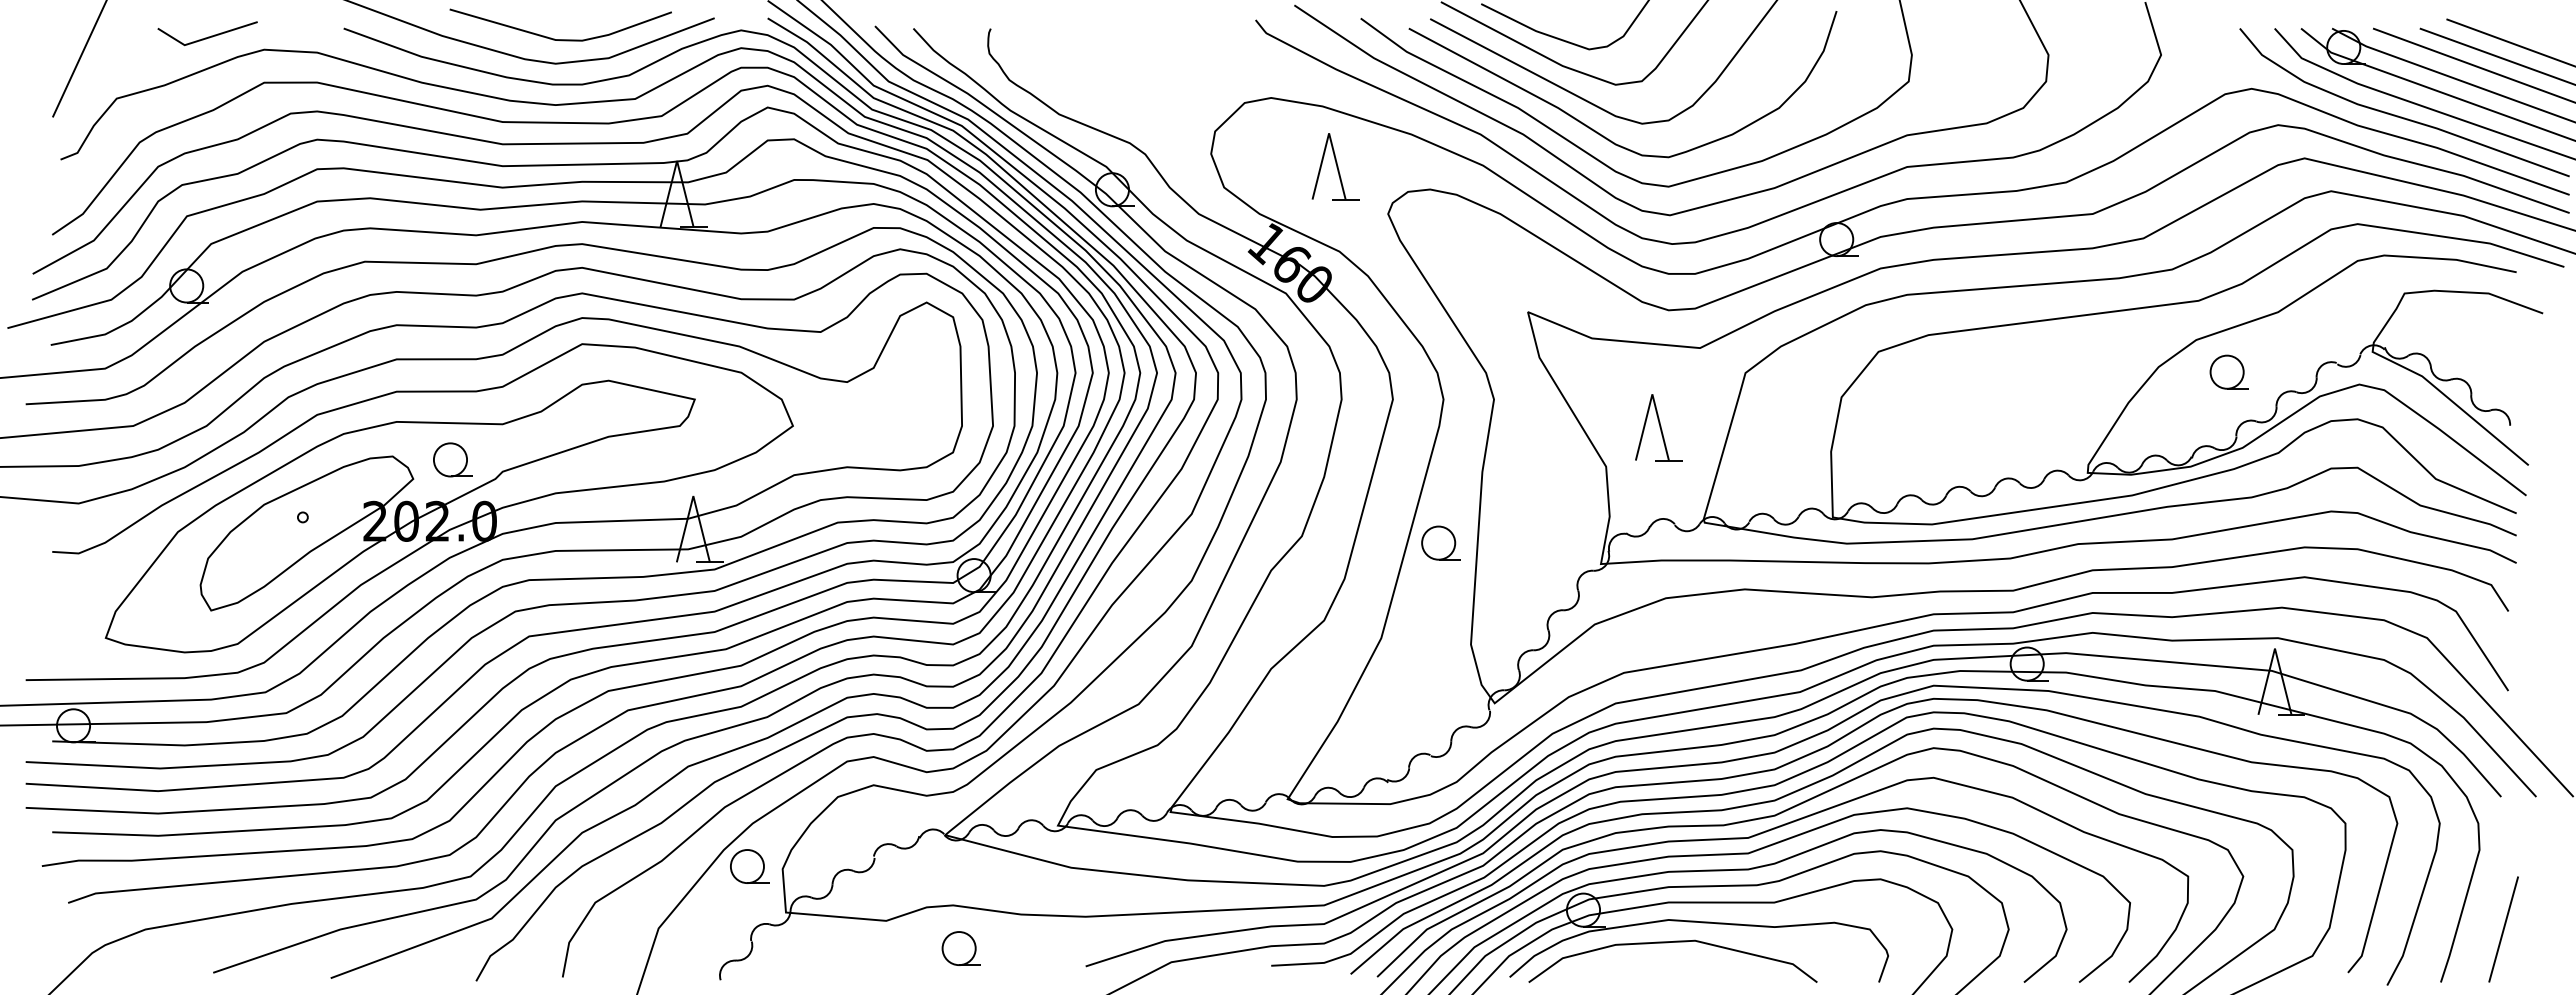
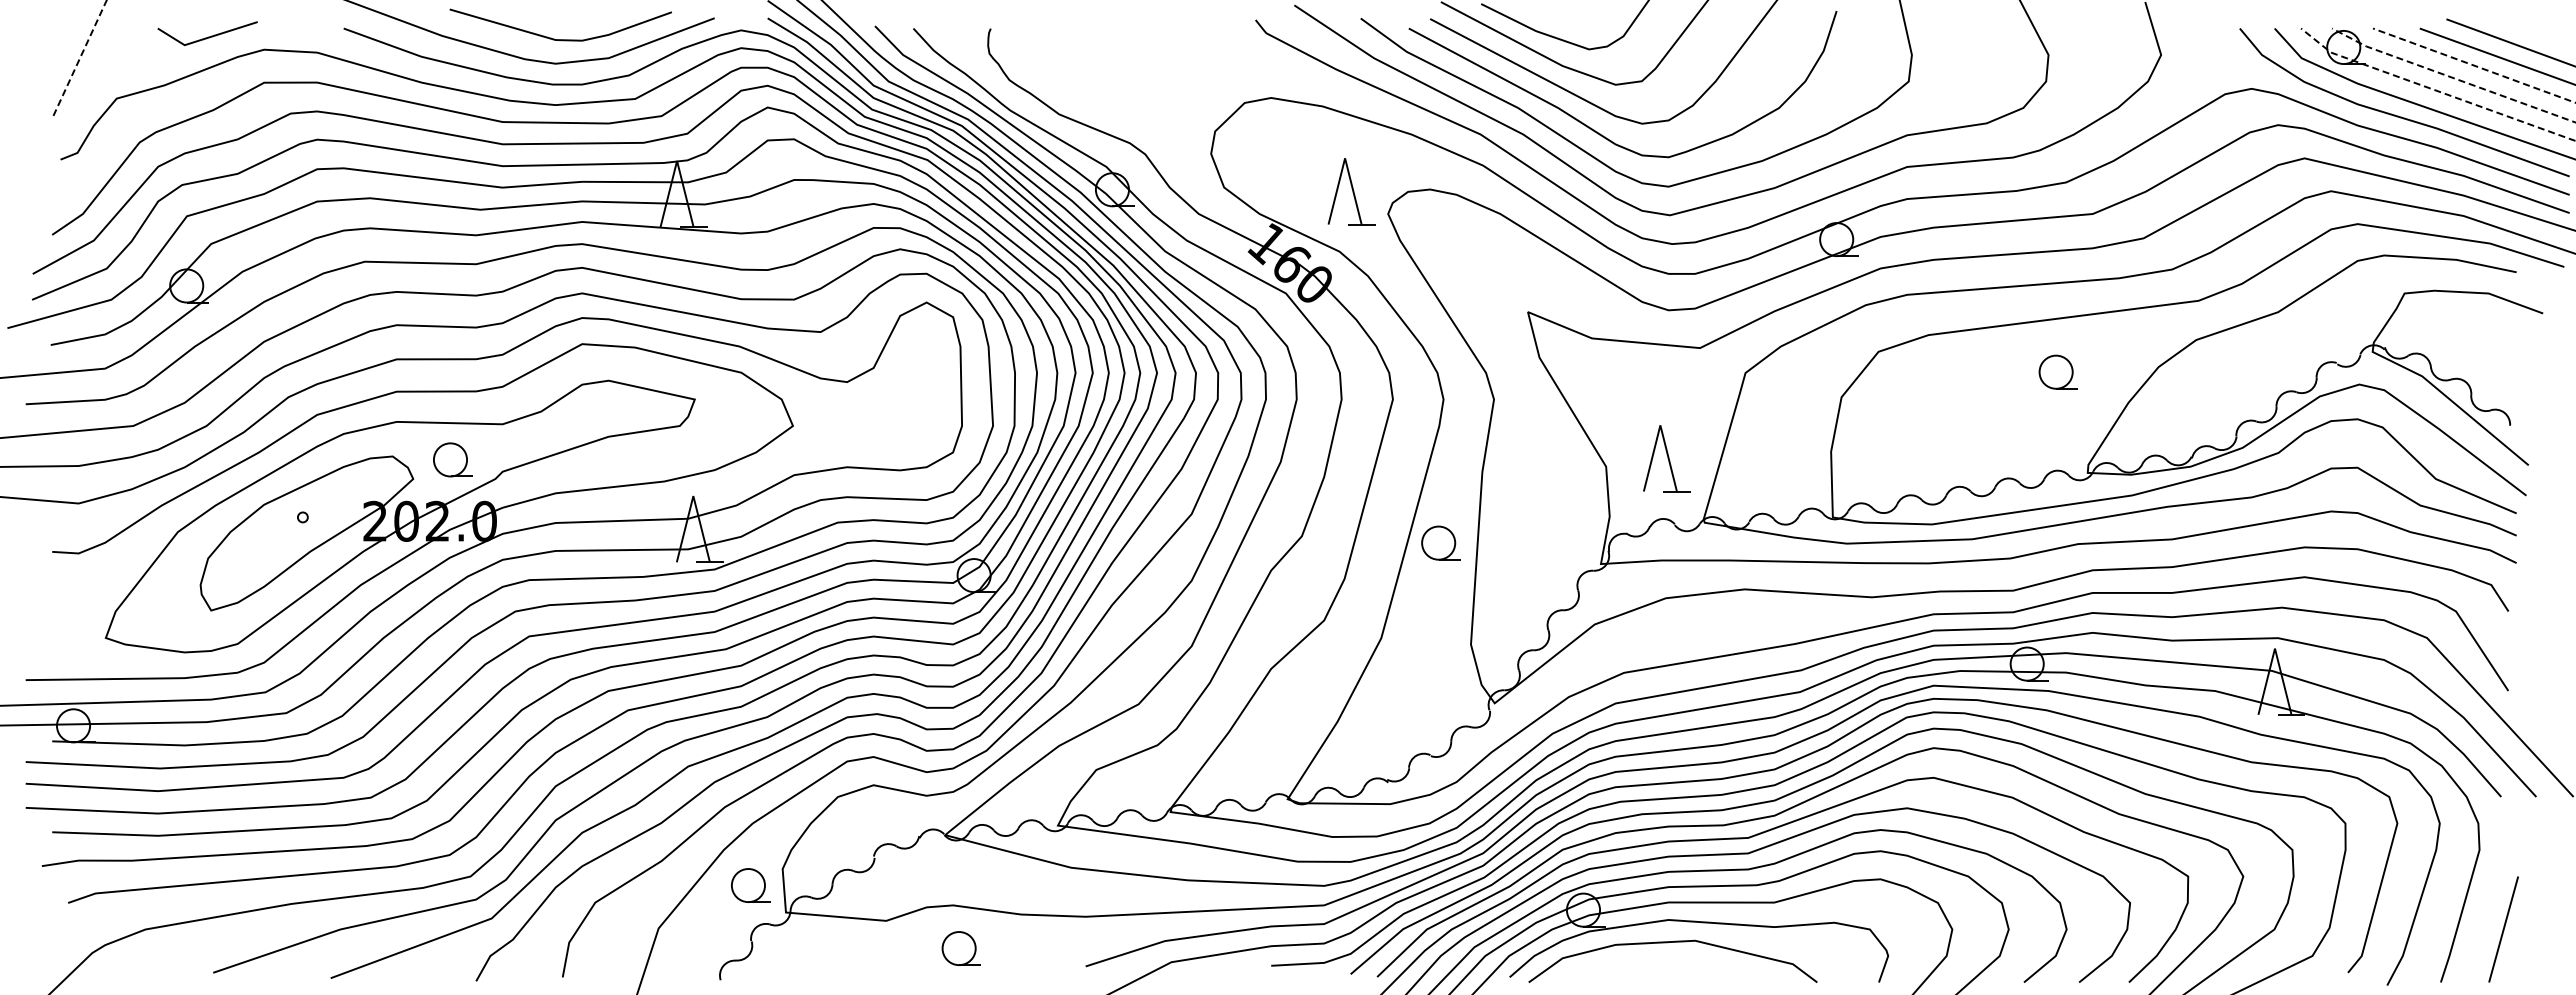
line at (79, 59): solid -> dashed
line at (2474, 65): solid -> dashed
line at (2451, 77): solid -> dashed
line at (2434, 90): solid -> dashed
part at (1335, 166) position: (1335, 166) -> (1351, 191)
part at (2228, 371) position: (2228, 371) -> (2057, 371)
part at (1658, 427) position: (1658, 427) -> (1666, 458)
part at (749, 866) position: (749, 866) -> (750, 885)
